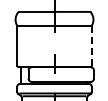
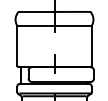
line at (91, 45): dashed -> solid
